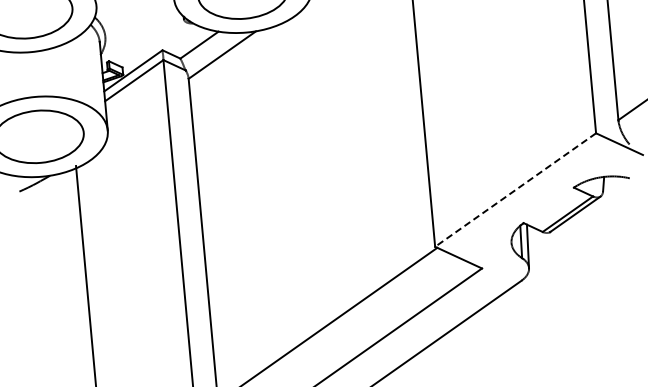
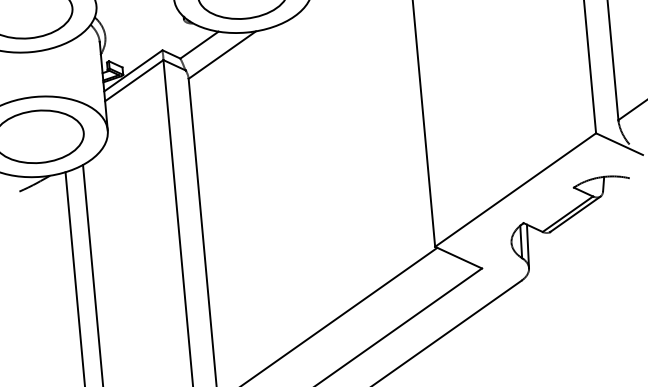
line at (515, 190): dashed -> solid
line at (85, 274) position: (85, 274) -> (92, 274)
line at (74, 277): none -> present
